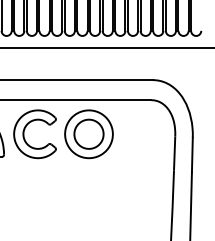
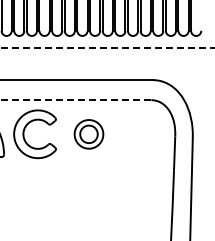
line at (107, 47): solid -> dashed
line at (75, 100): solid -> dashed
part at (88, 134) size: 50x51 px -> 32x31 px
